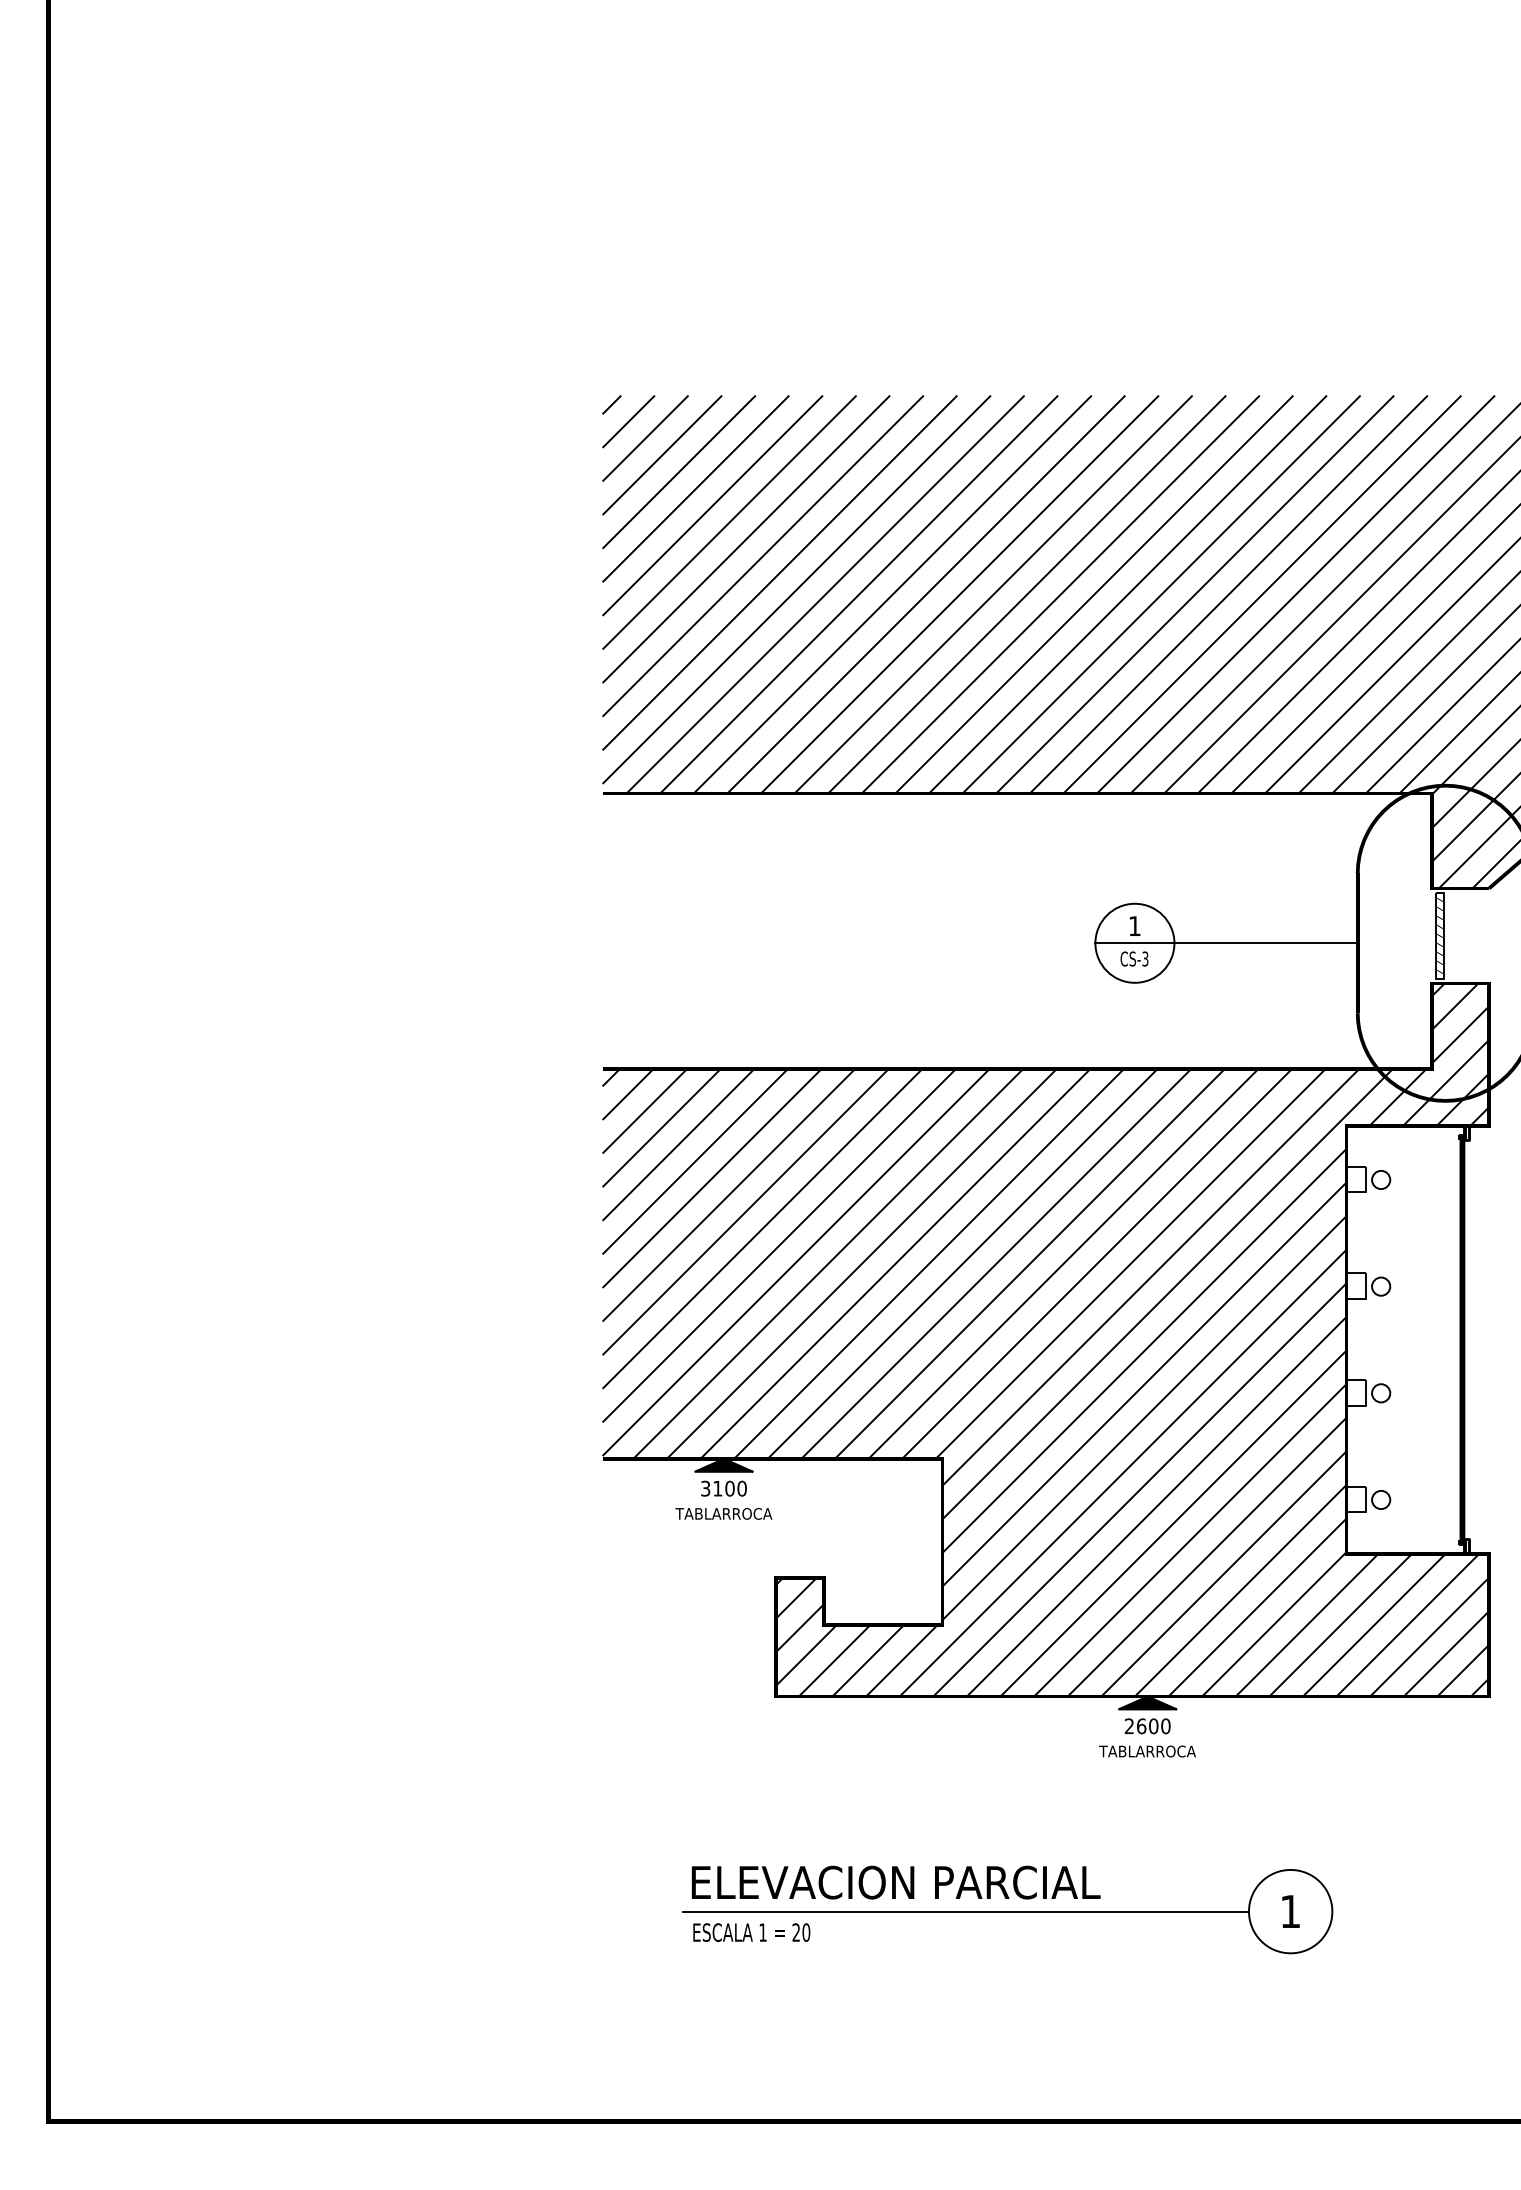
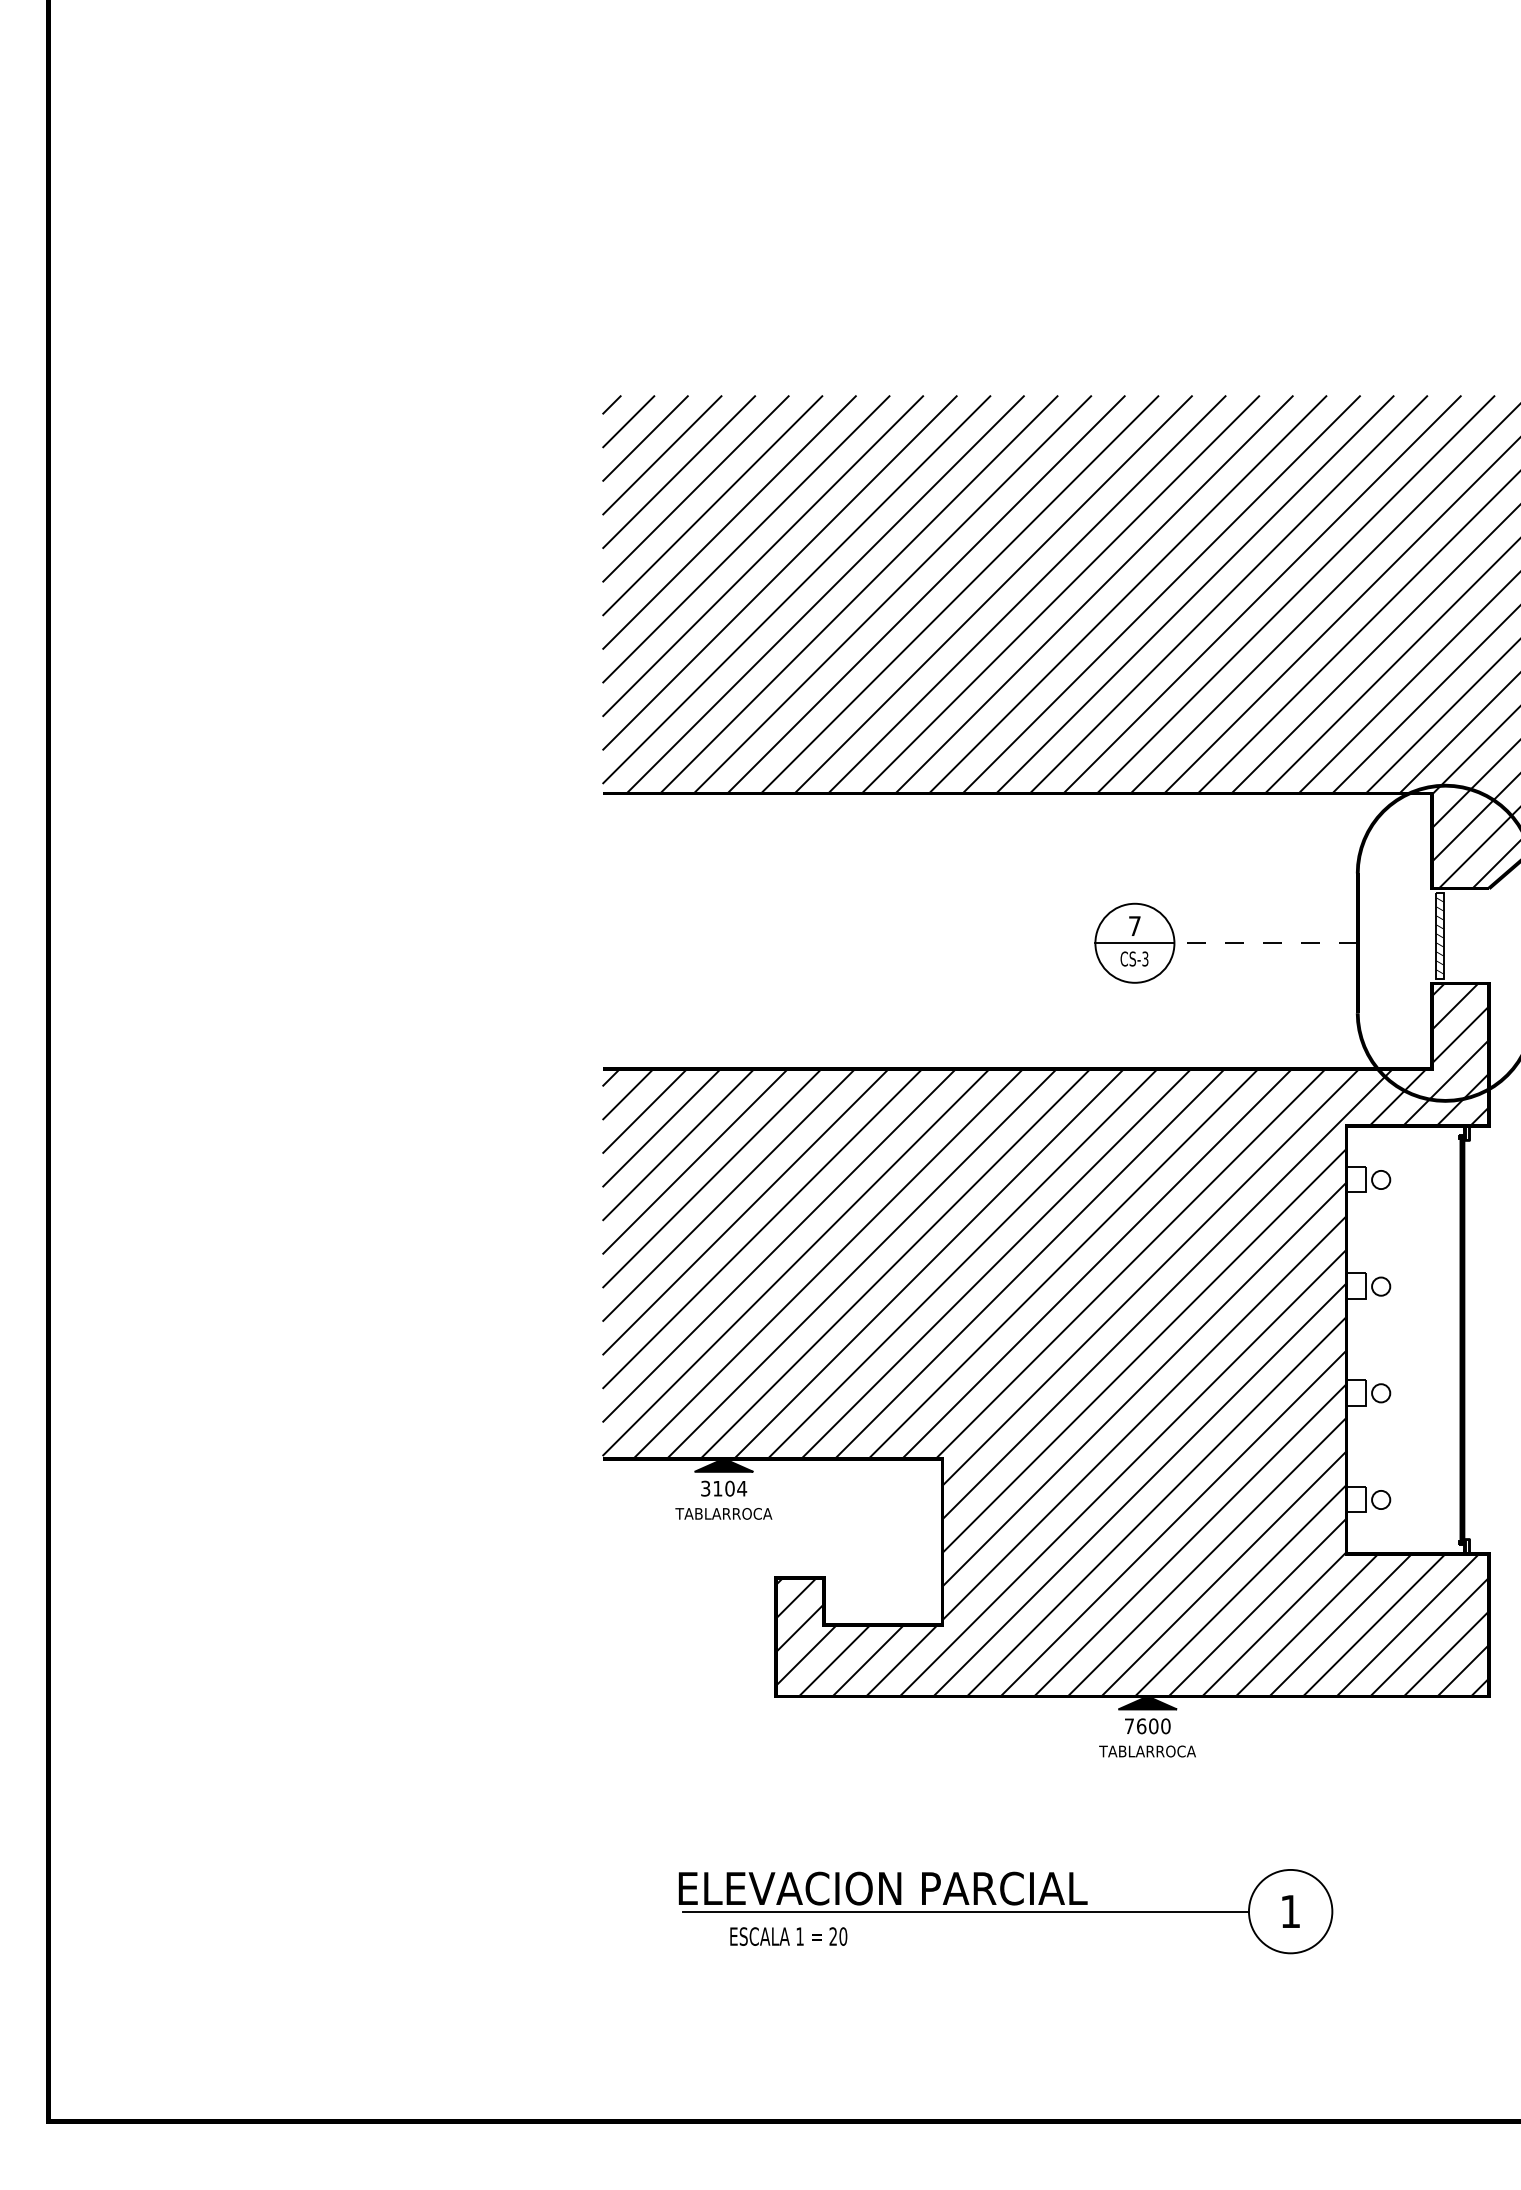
text at (1134, 925): 1 -> 7
line at (1266, 943): solid -> dashed
text at (742, 1488): 3100 -> 3104
text at (1128, 1725): 2600 -> 7600
text at (895, 1882) position: (895, 1882) -> (882, 1888)
text at (751, 1932) position: (751, 1932) -> (788, 1936)
